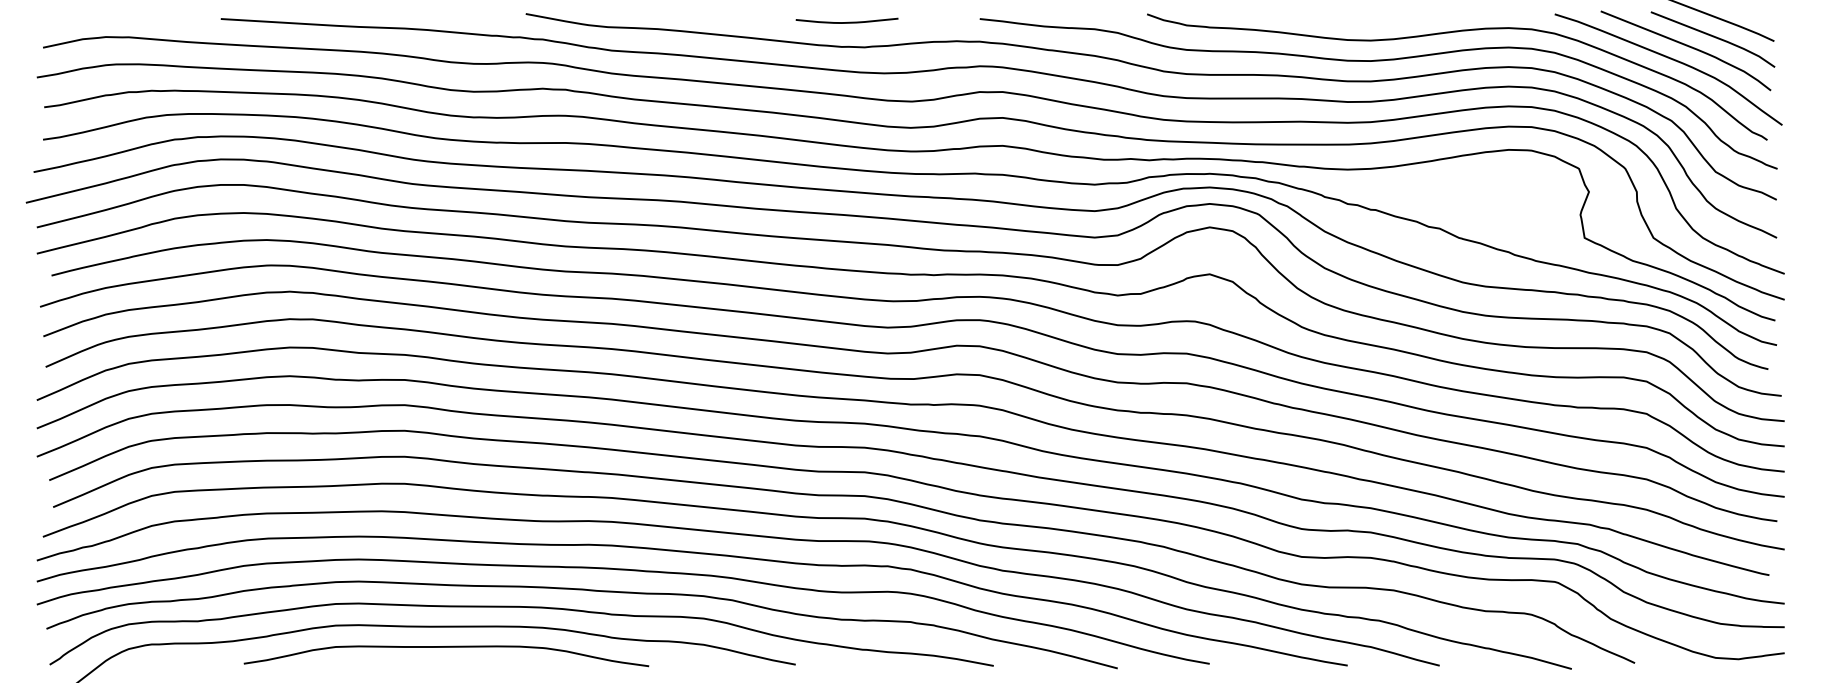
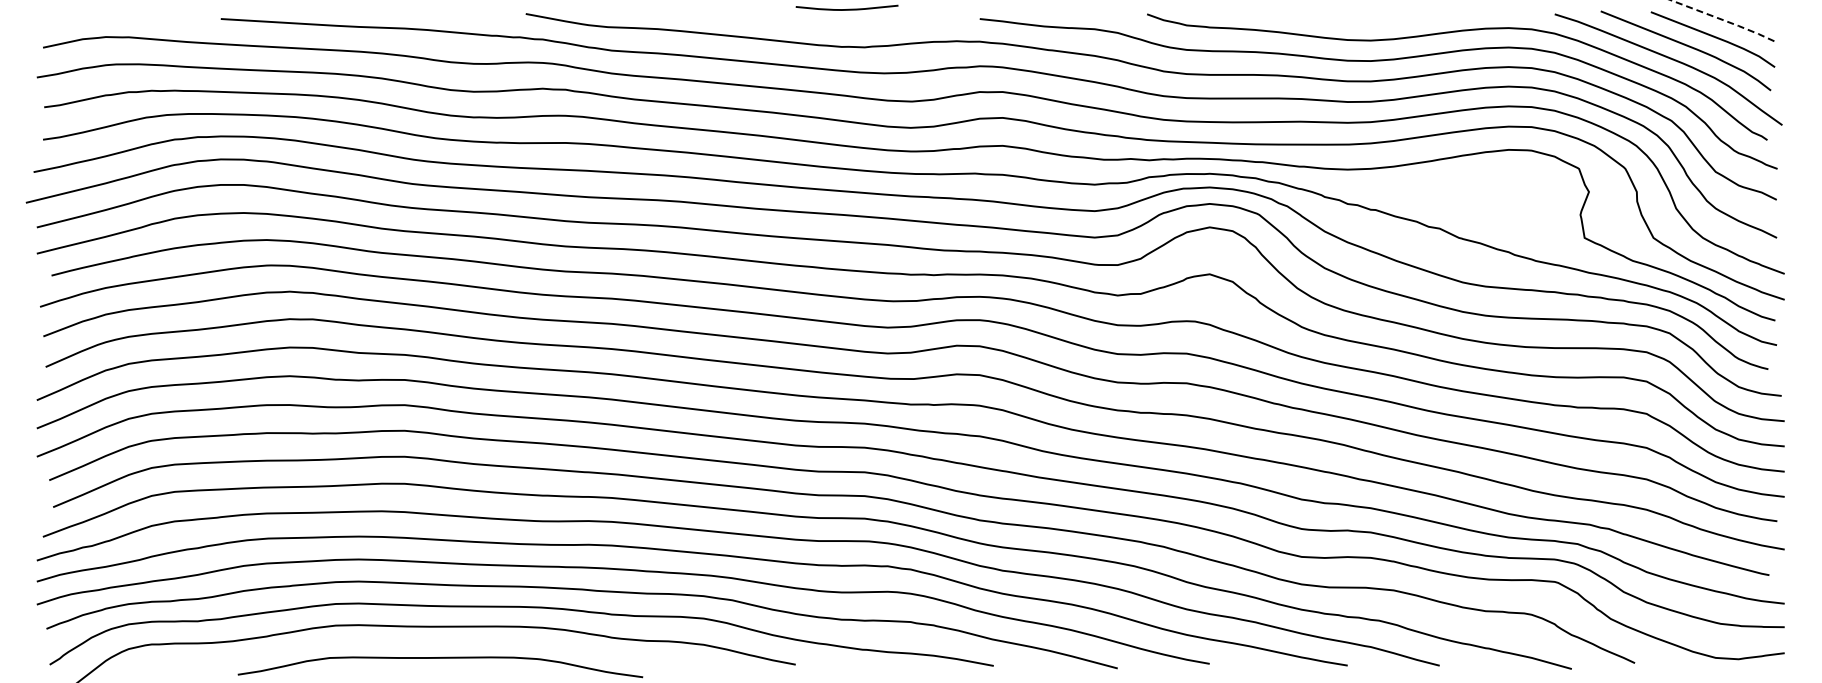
line at (1723, 20): solid -> dashed
curve at (846, 22) position: (846, 22) -> (846, 9)
curve at (446, 647) position: (446, 647) -> (440, 658)
